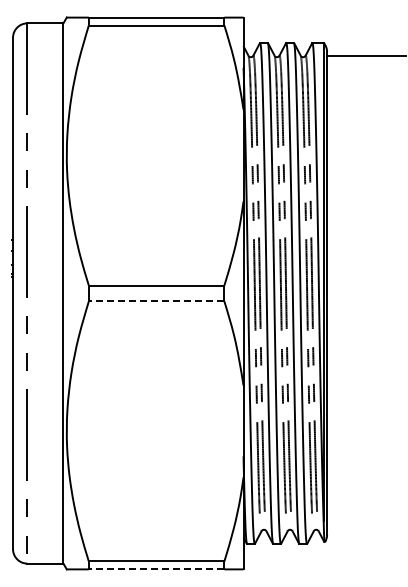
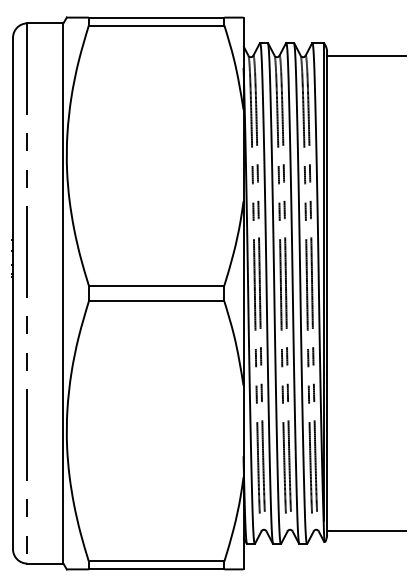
line at (156, 301): dashed -> solid
line at (365, 531): none -> present
line at (156, 569): dashed -> solid
